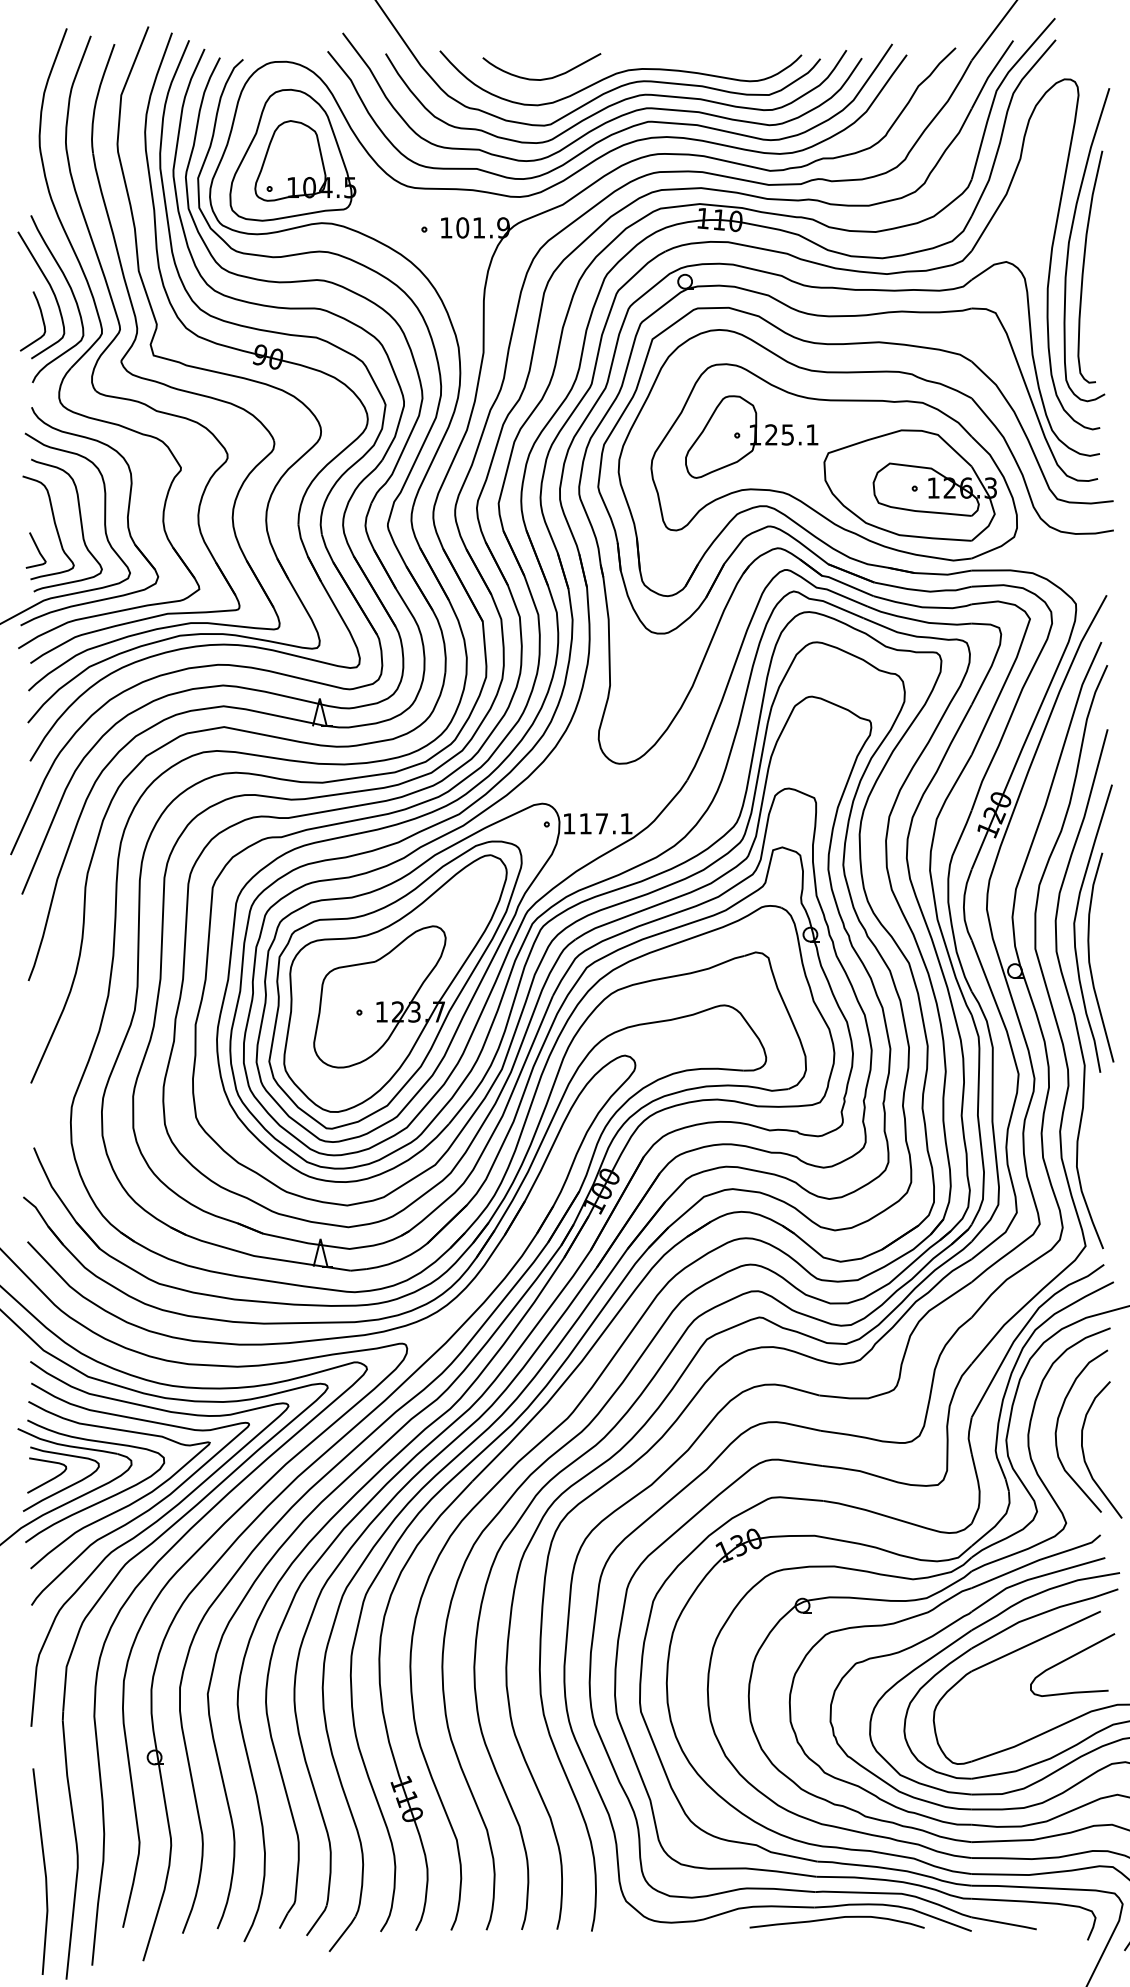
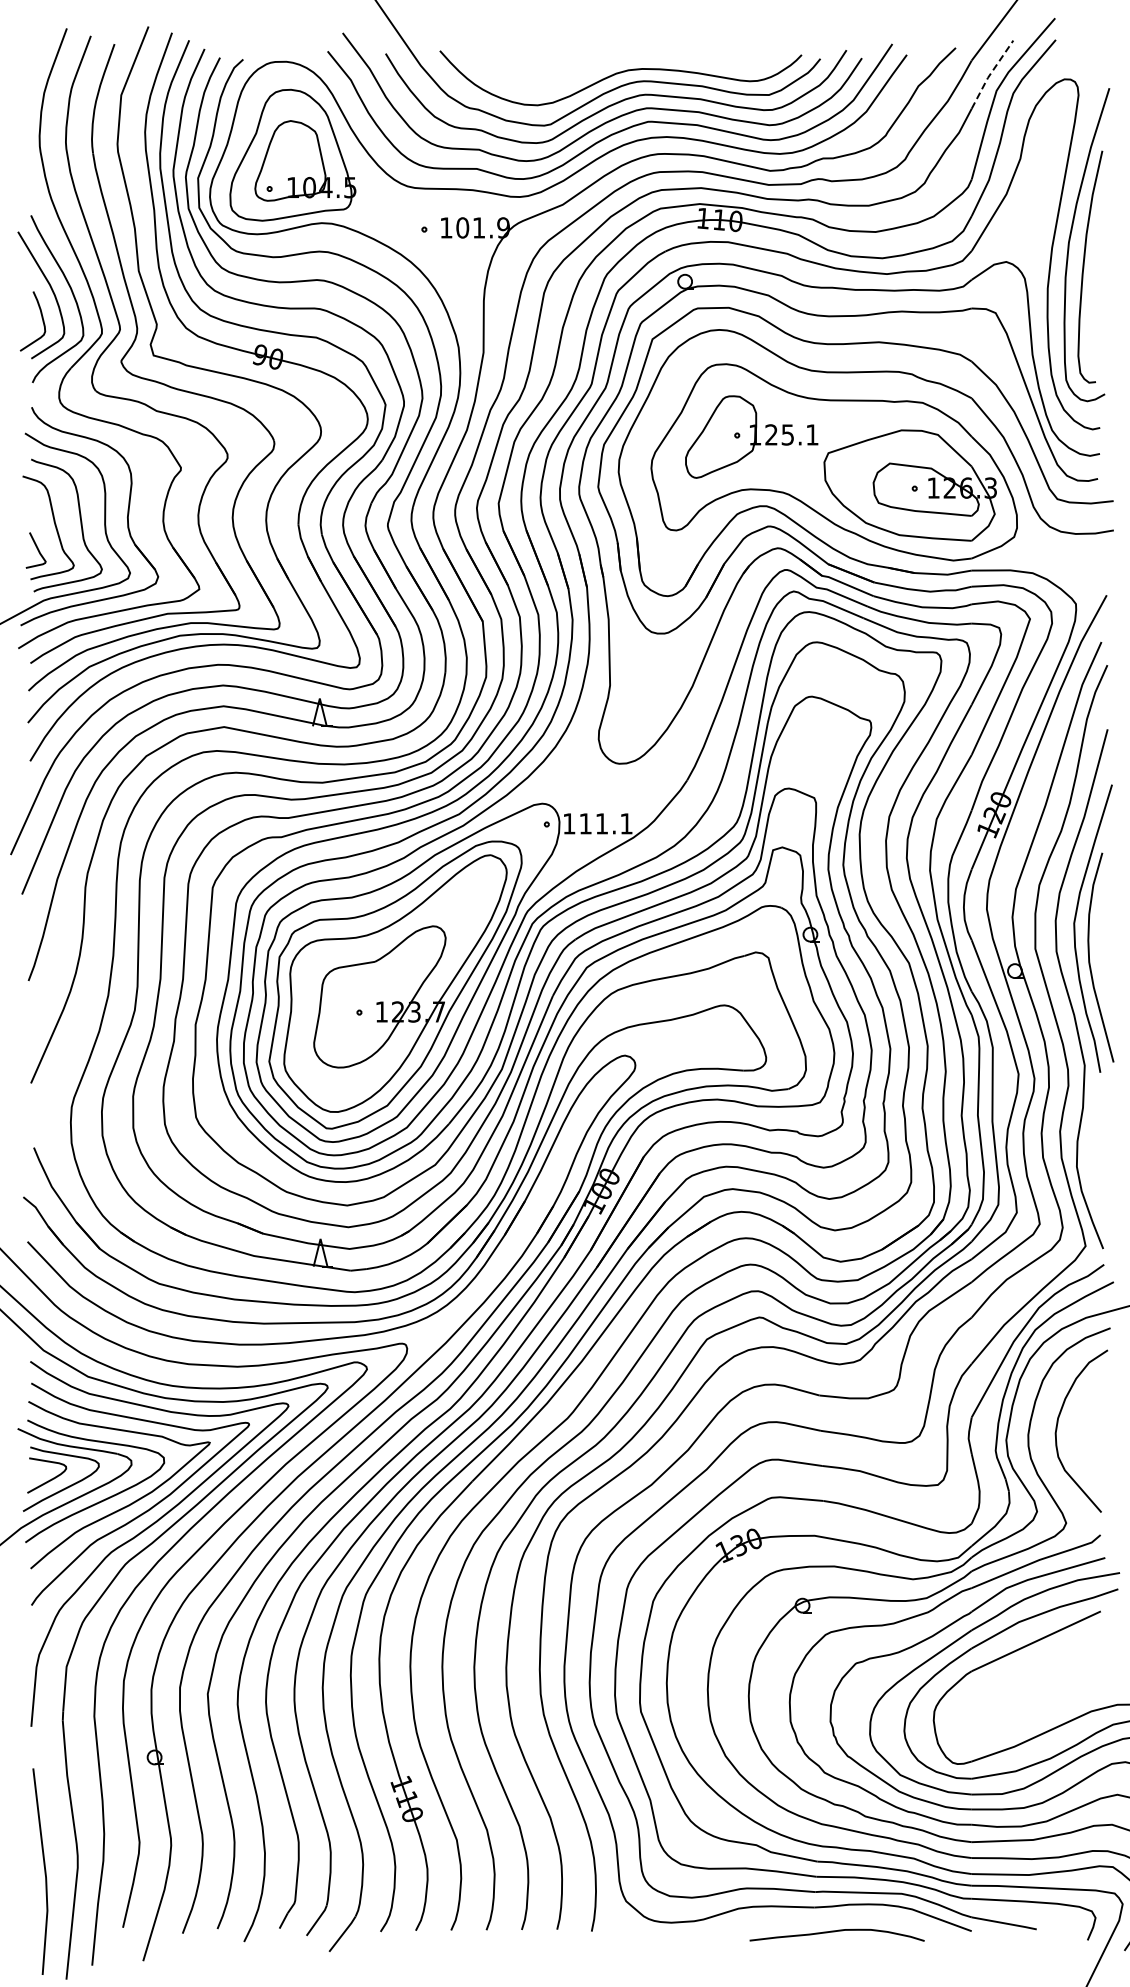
line at (990, 73): solid -> dashed
curve at (542, 78): present -> none
text at (601, 823): 117.1 -> 111.1
curve at (1084, 1452): present -> none
curve at (1070, 1658): present -> none
curve at (835, 1919) position: (835, 1919) -> (835, 1932)
